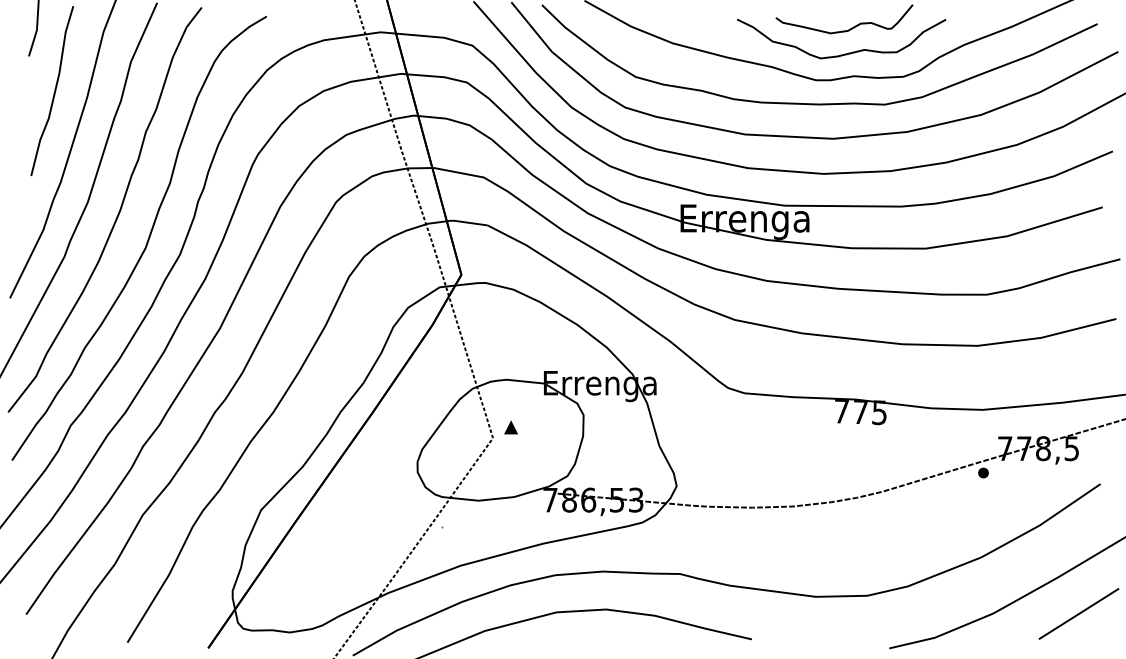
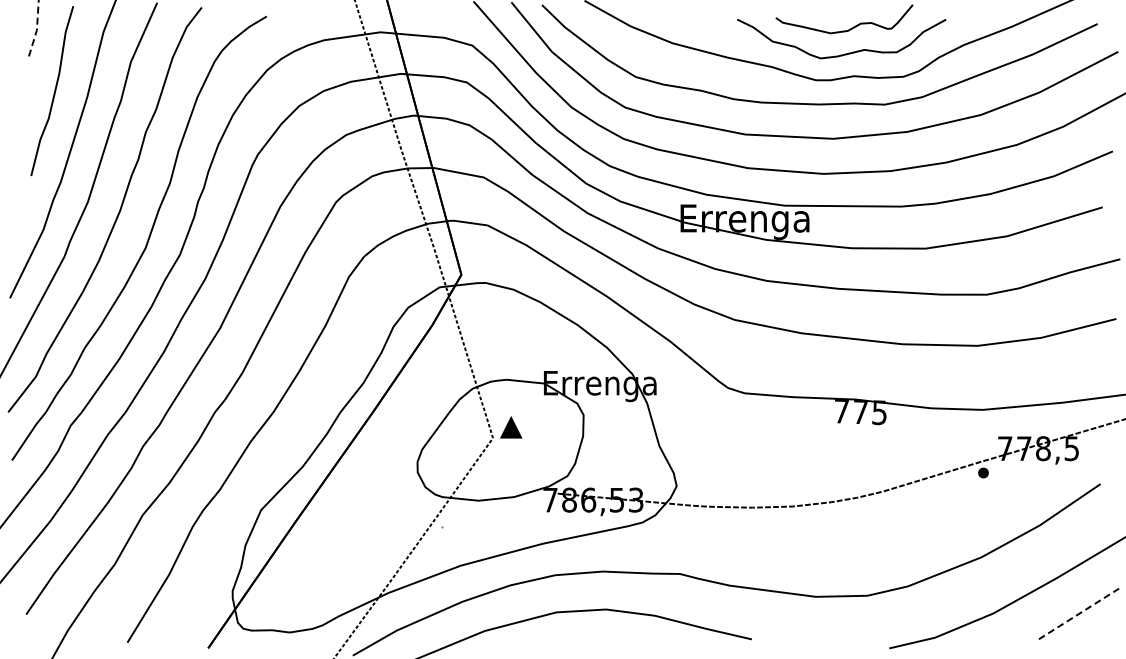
line at (37, 29): solid -> dashed
part at (510, 427) size: 14x15 px -> 23x23 px
line at (1079, 613): solid -> dashed
